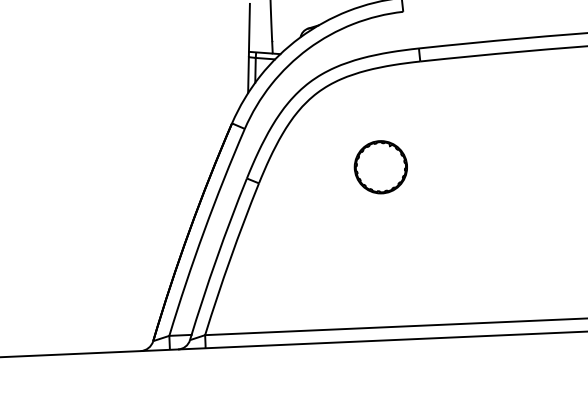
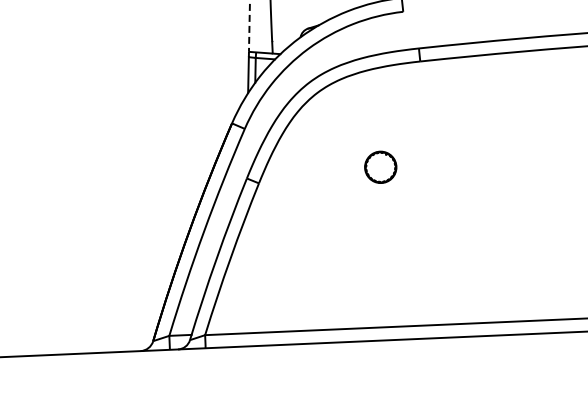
line at (249, 27): solid -> dashed
part at (380, 167) size: 55x55 px -> 34x34 px
